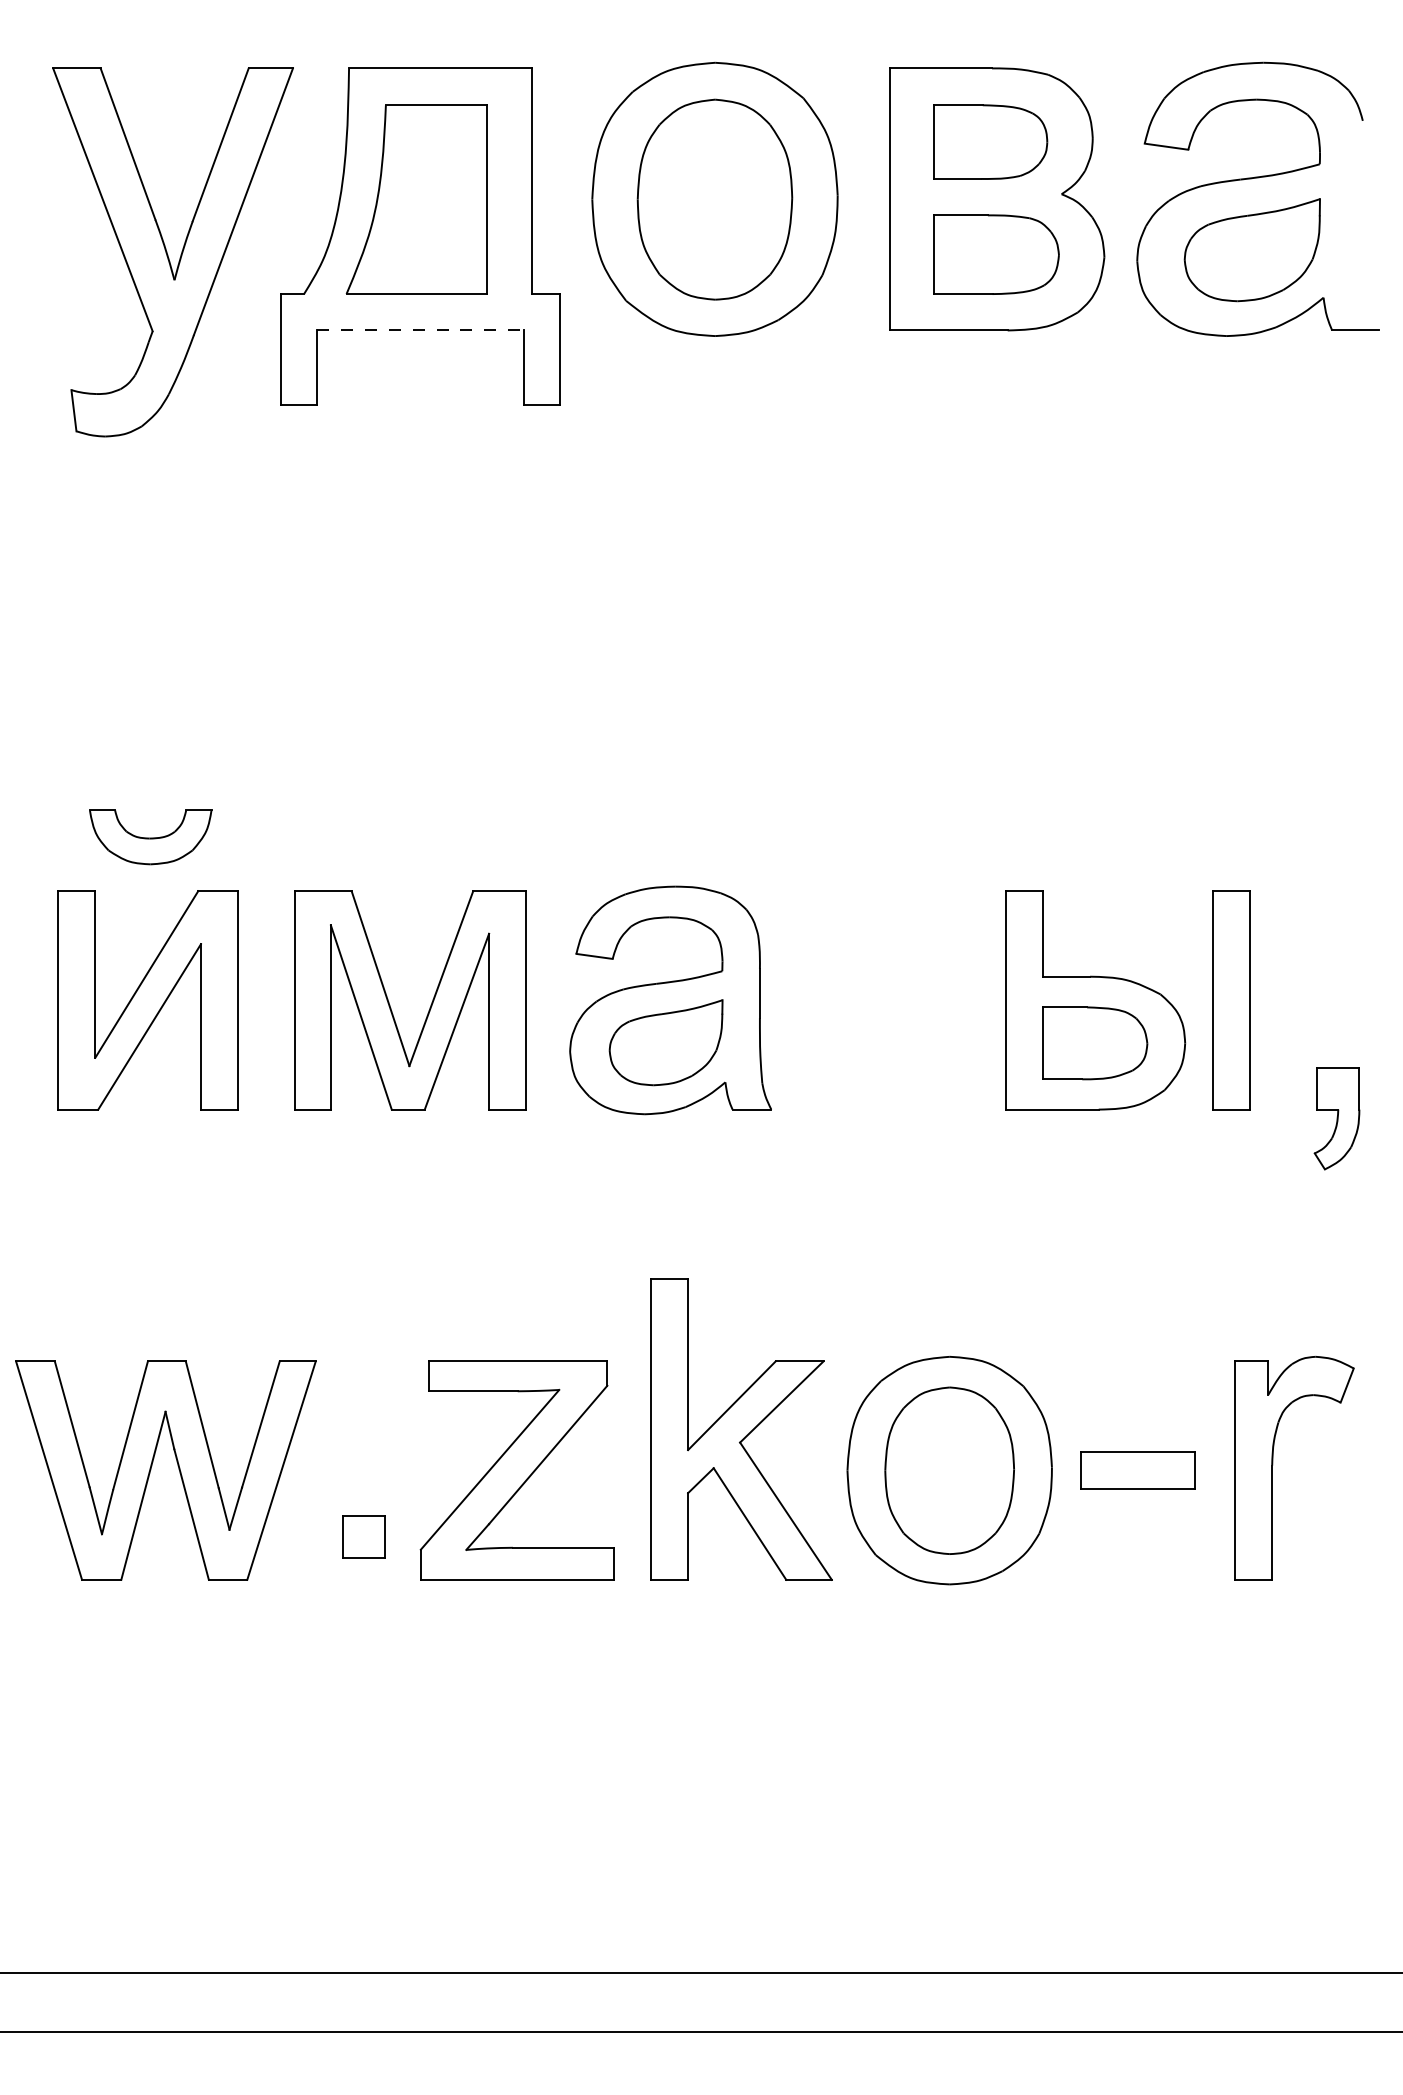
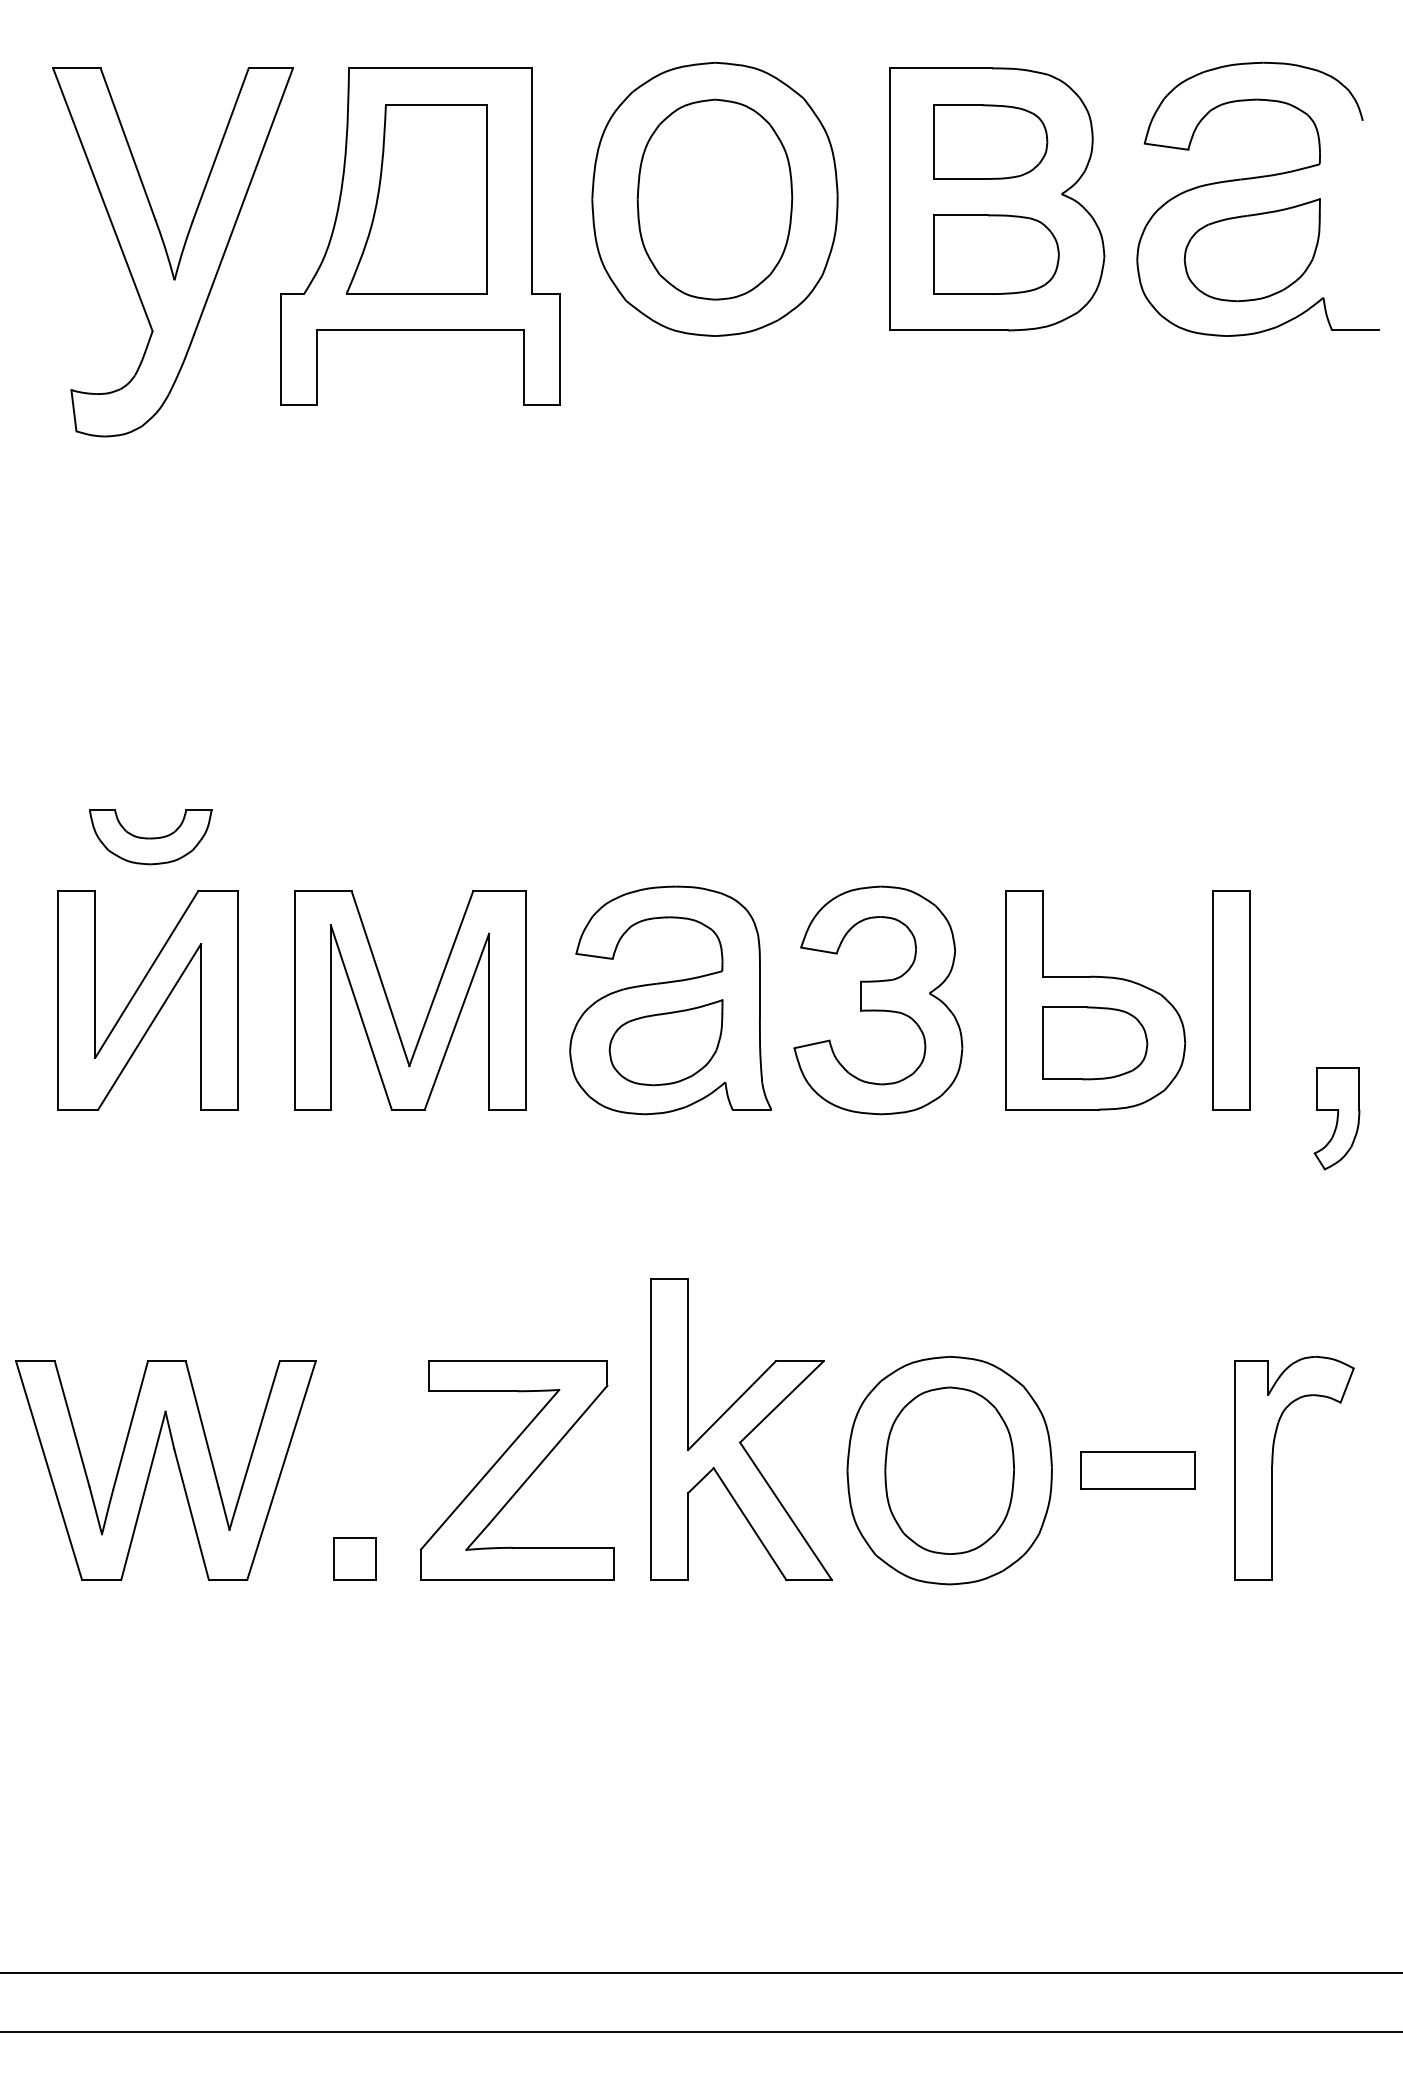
line at (421, 330): dashed -> solid
part at (878, 1000): none -> present
part at (363, 1536) position: (363, 1536) -> (354, 1558)
